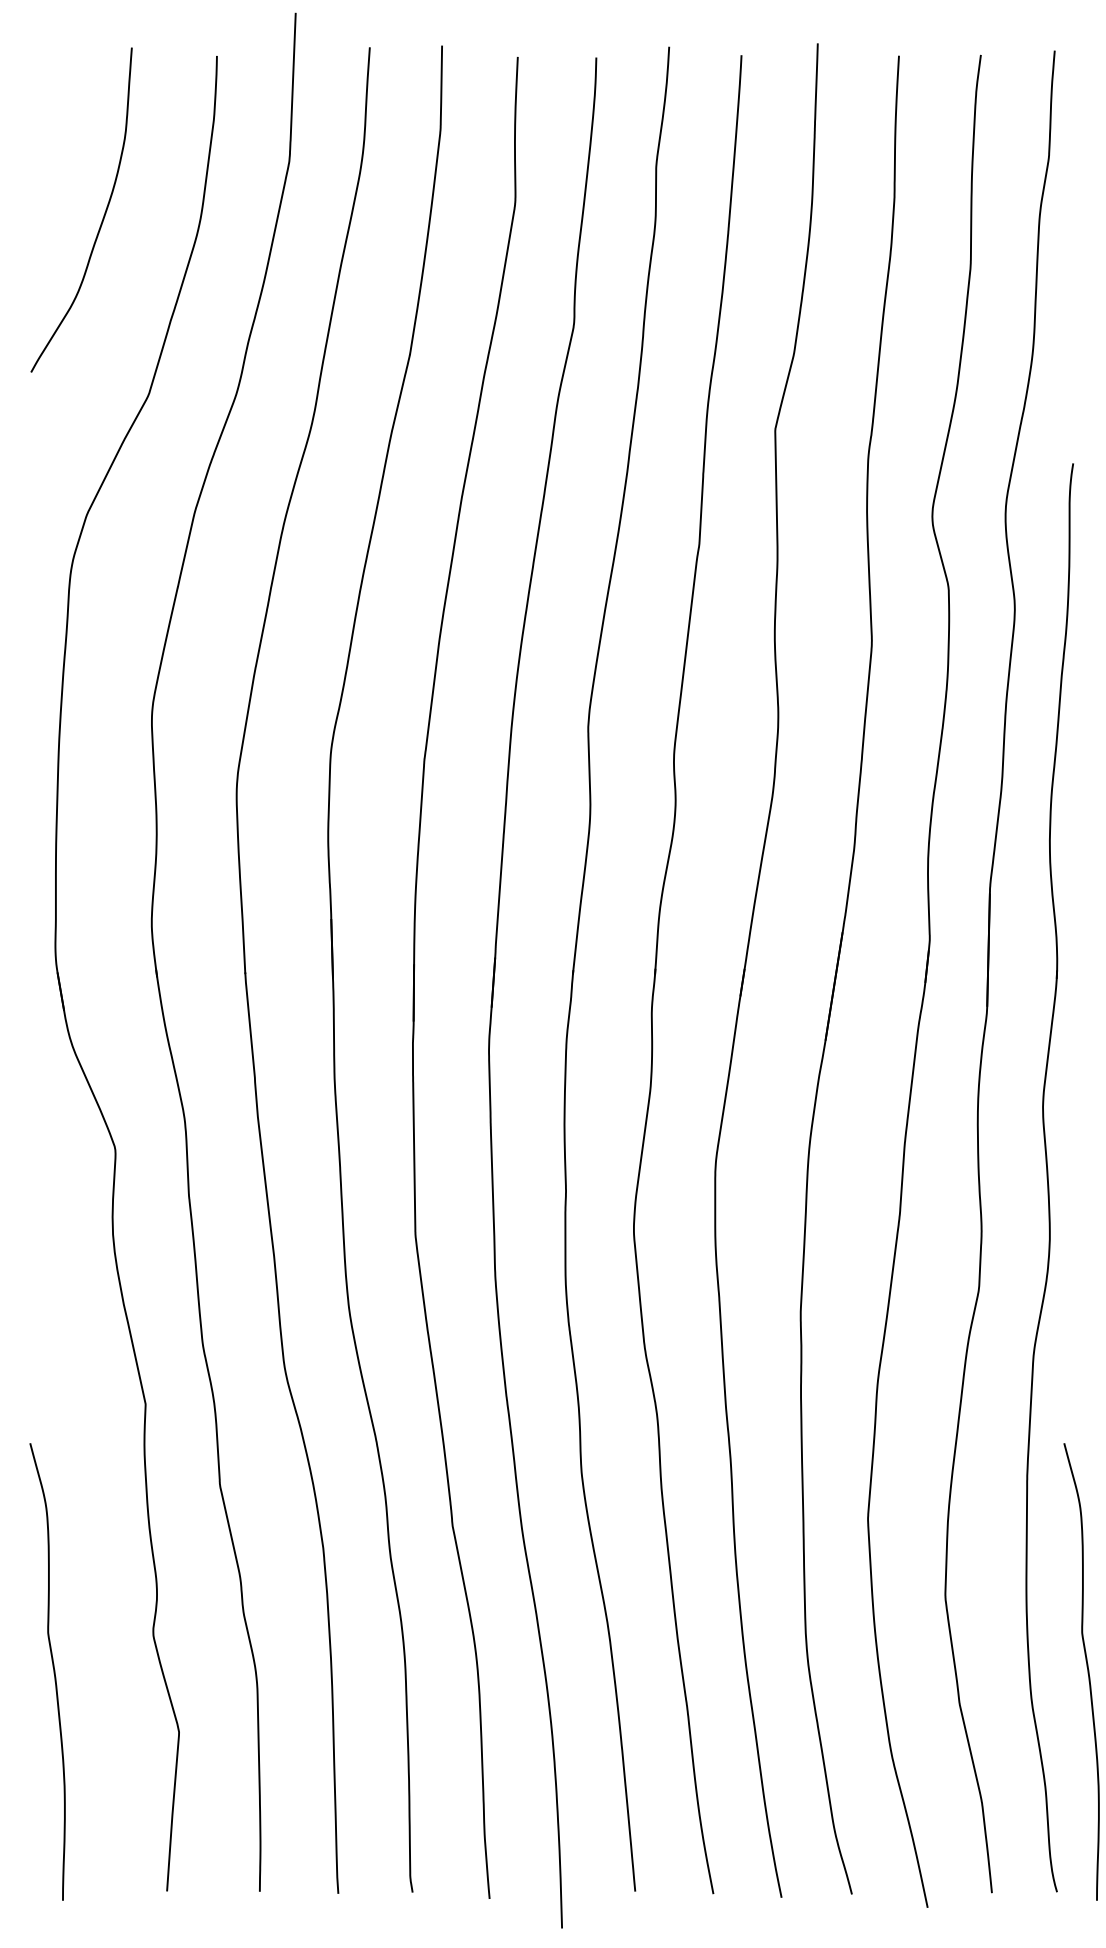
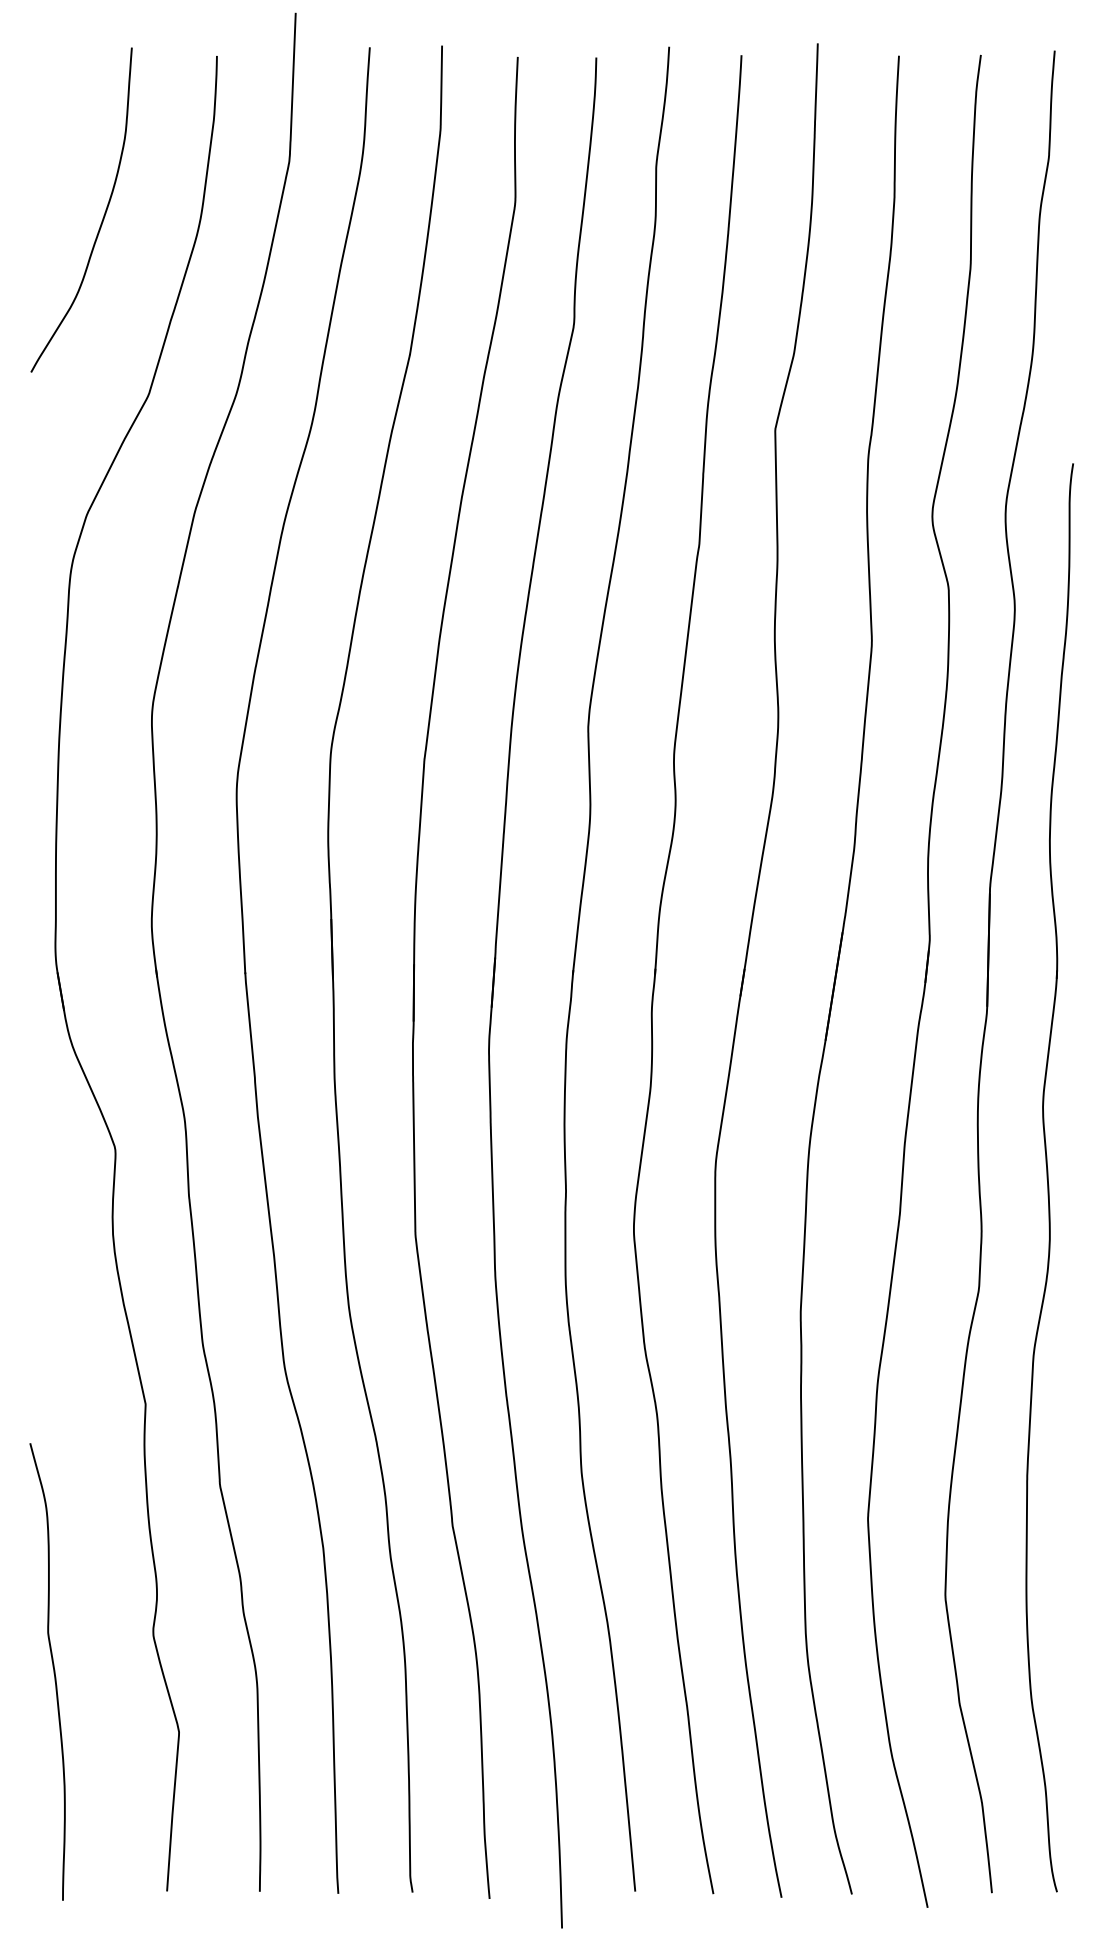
curve at (1087, 1671): present -> none
